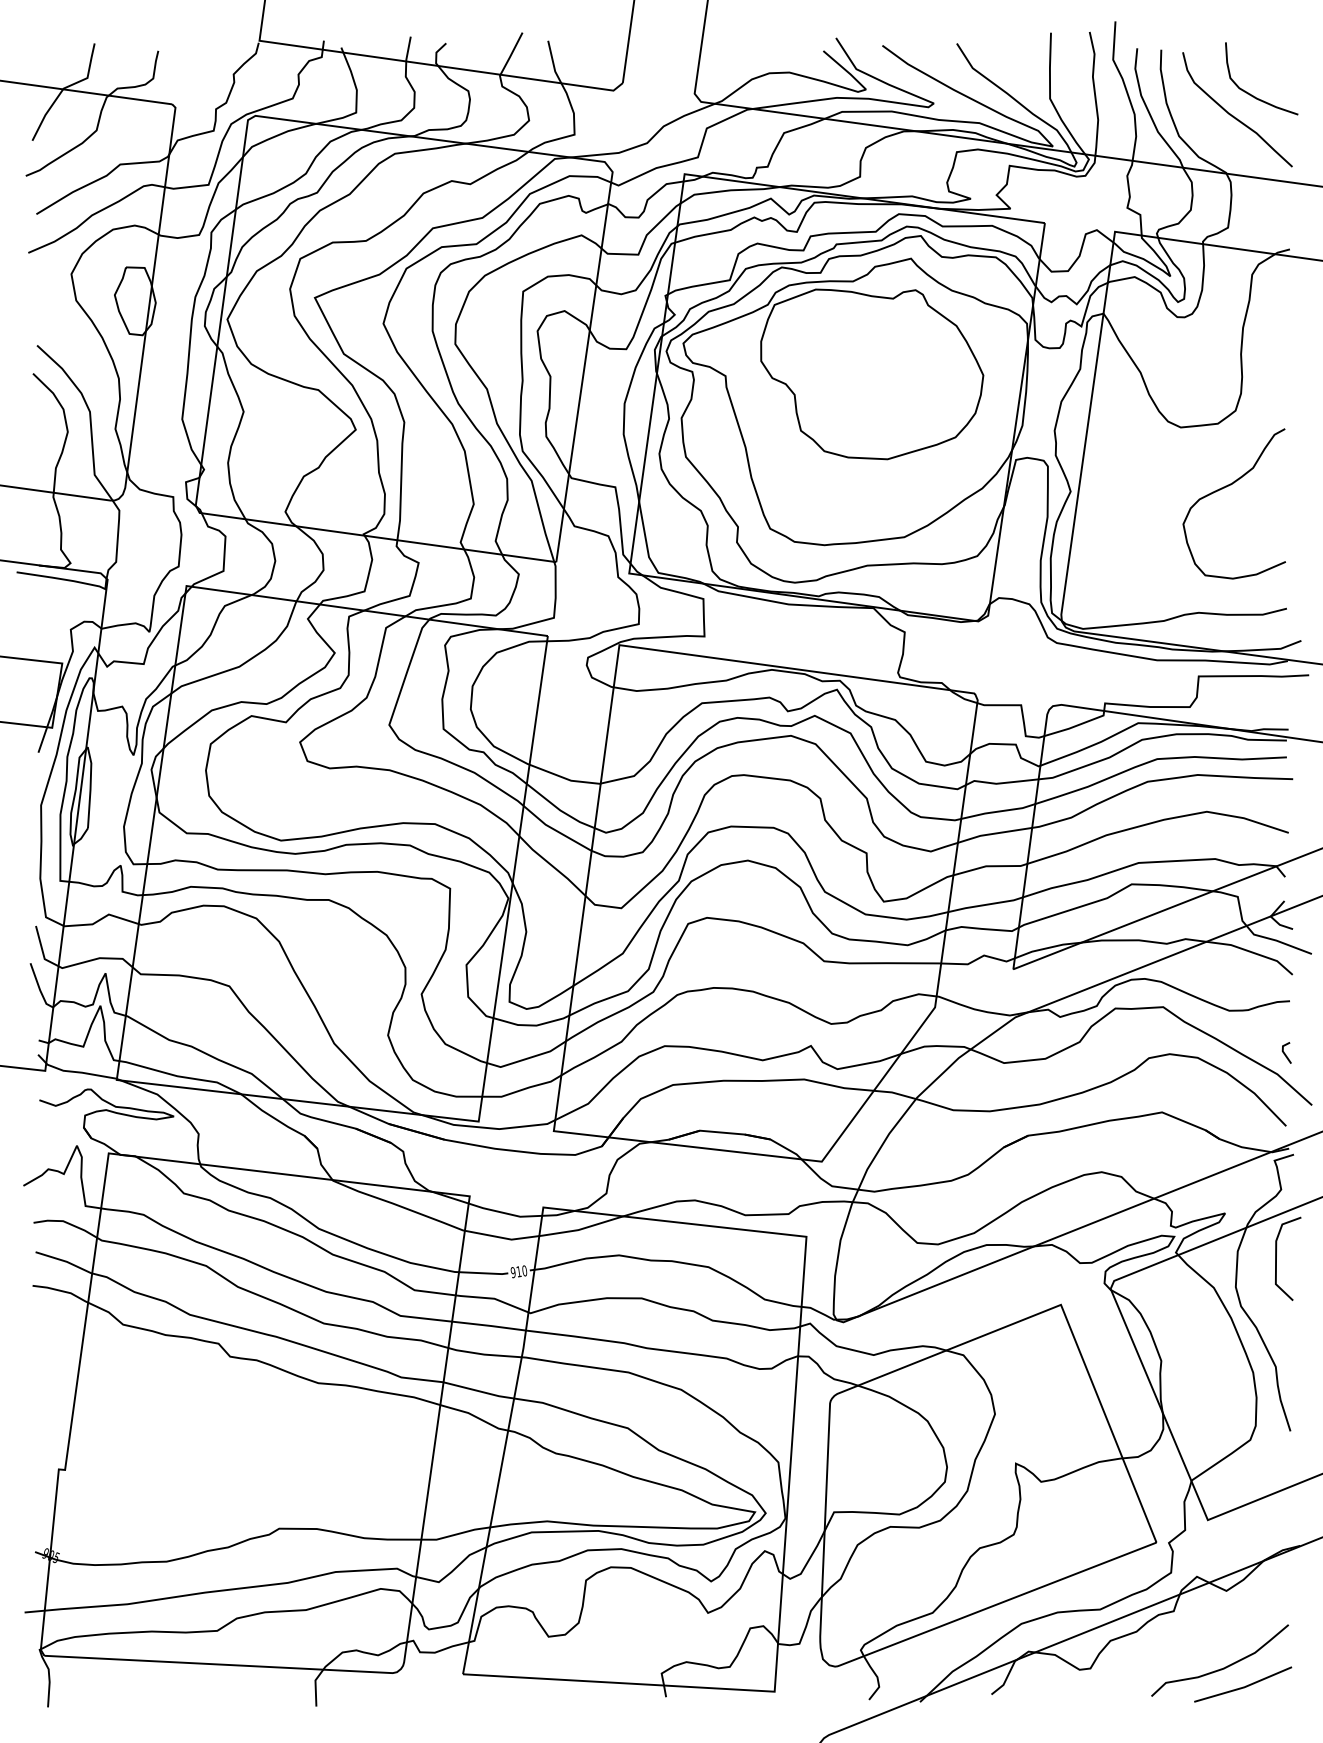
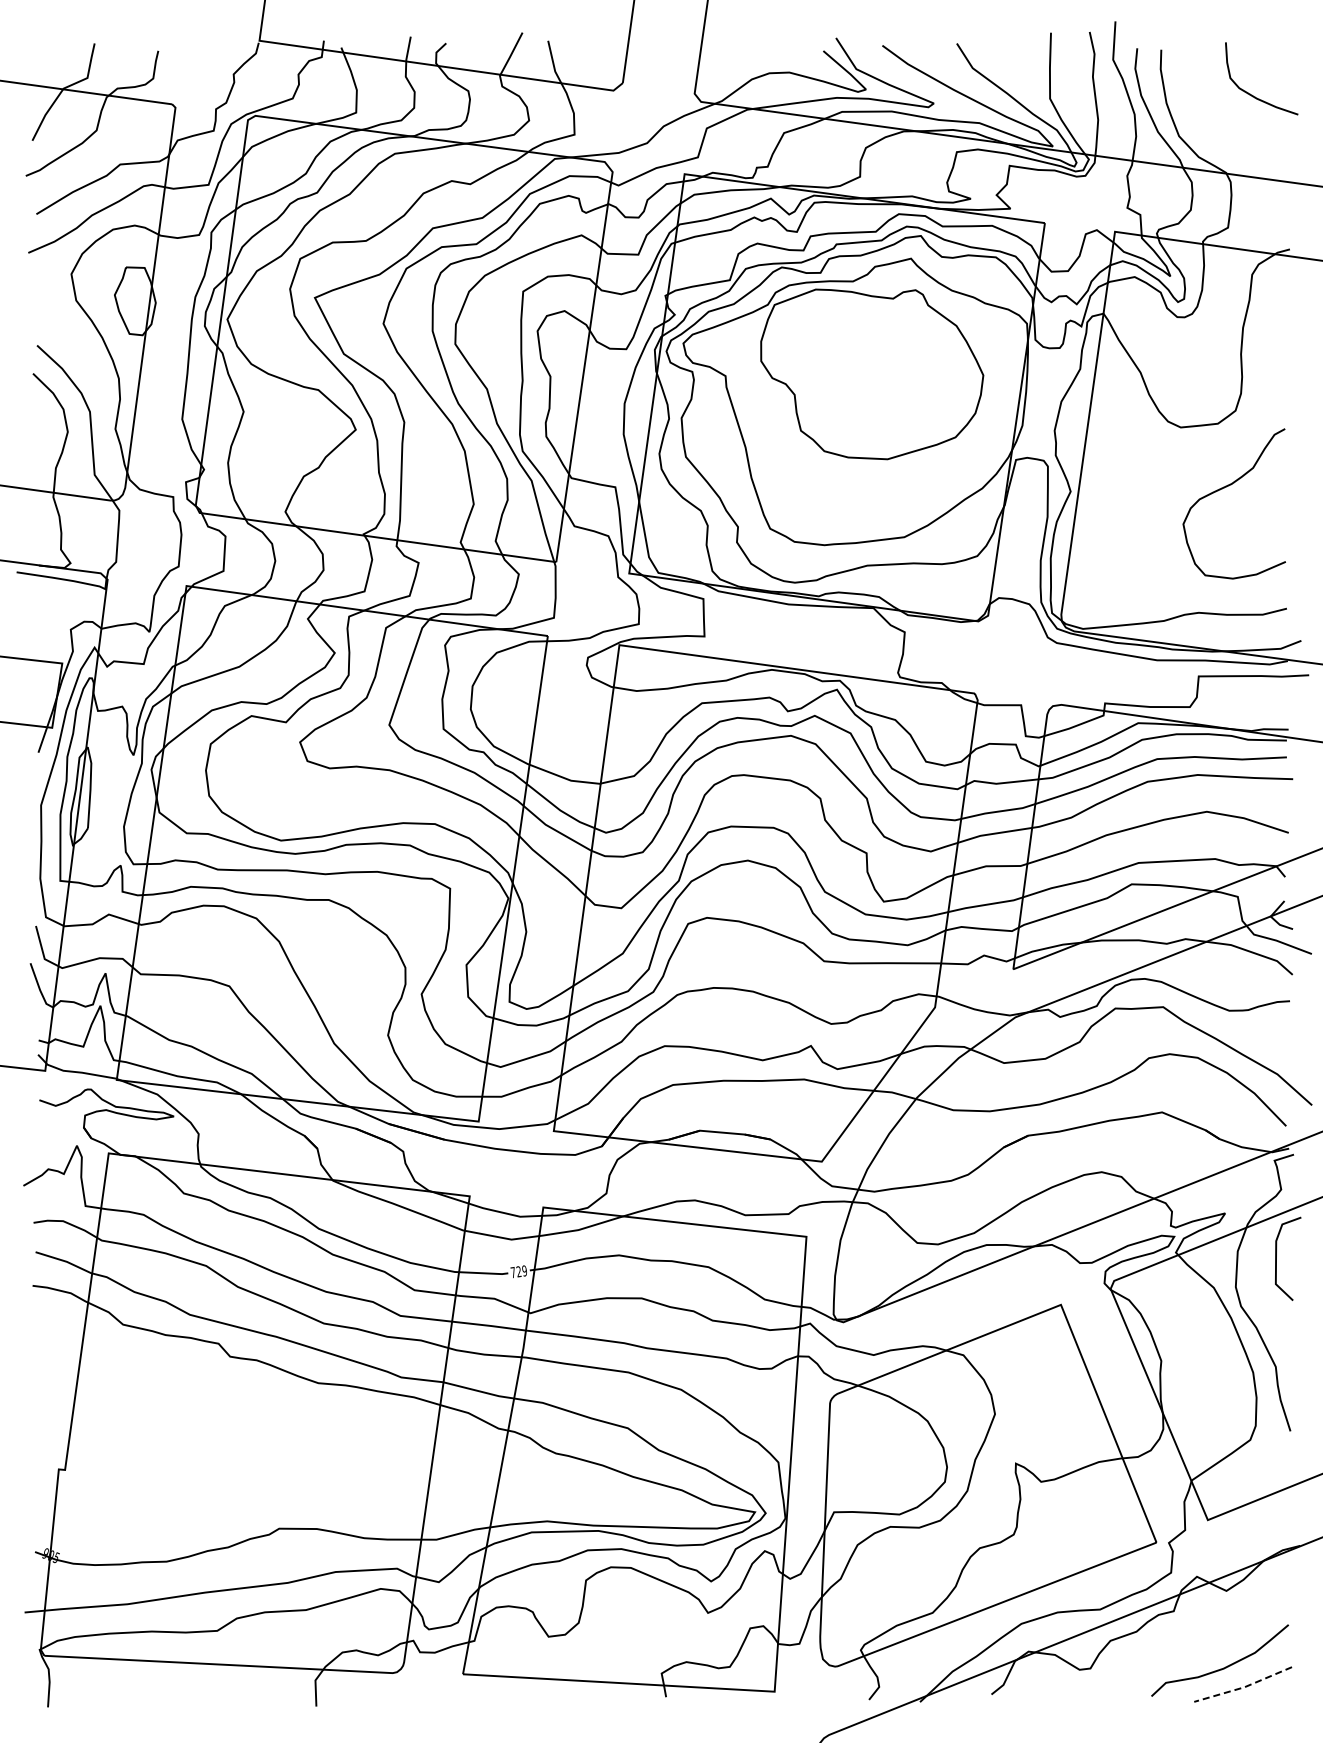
curve at (1233, 115): present -> none
line at (1285, 1053): present -> none
text at (518, 1272): 910 -> 729
line at (1244, 1687): solid -> dashed
